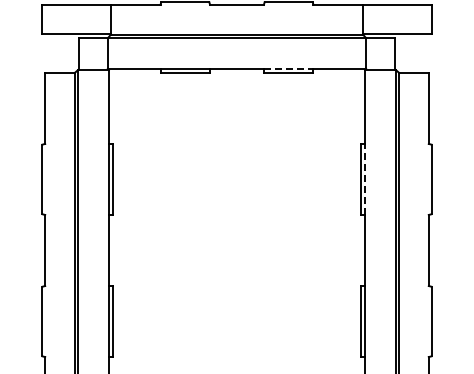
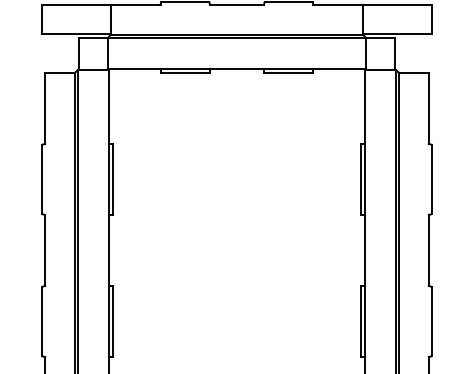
line at (288, 68): dashed -> solid
line at (365, 179): dashed -> solid
